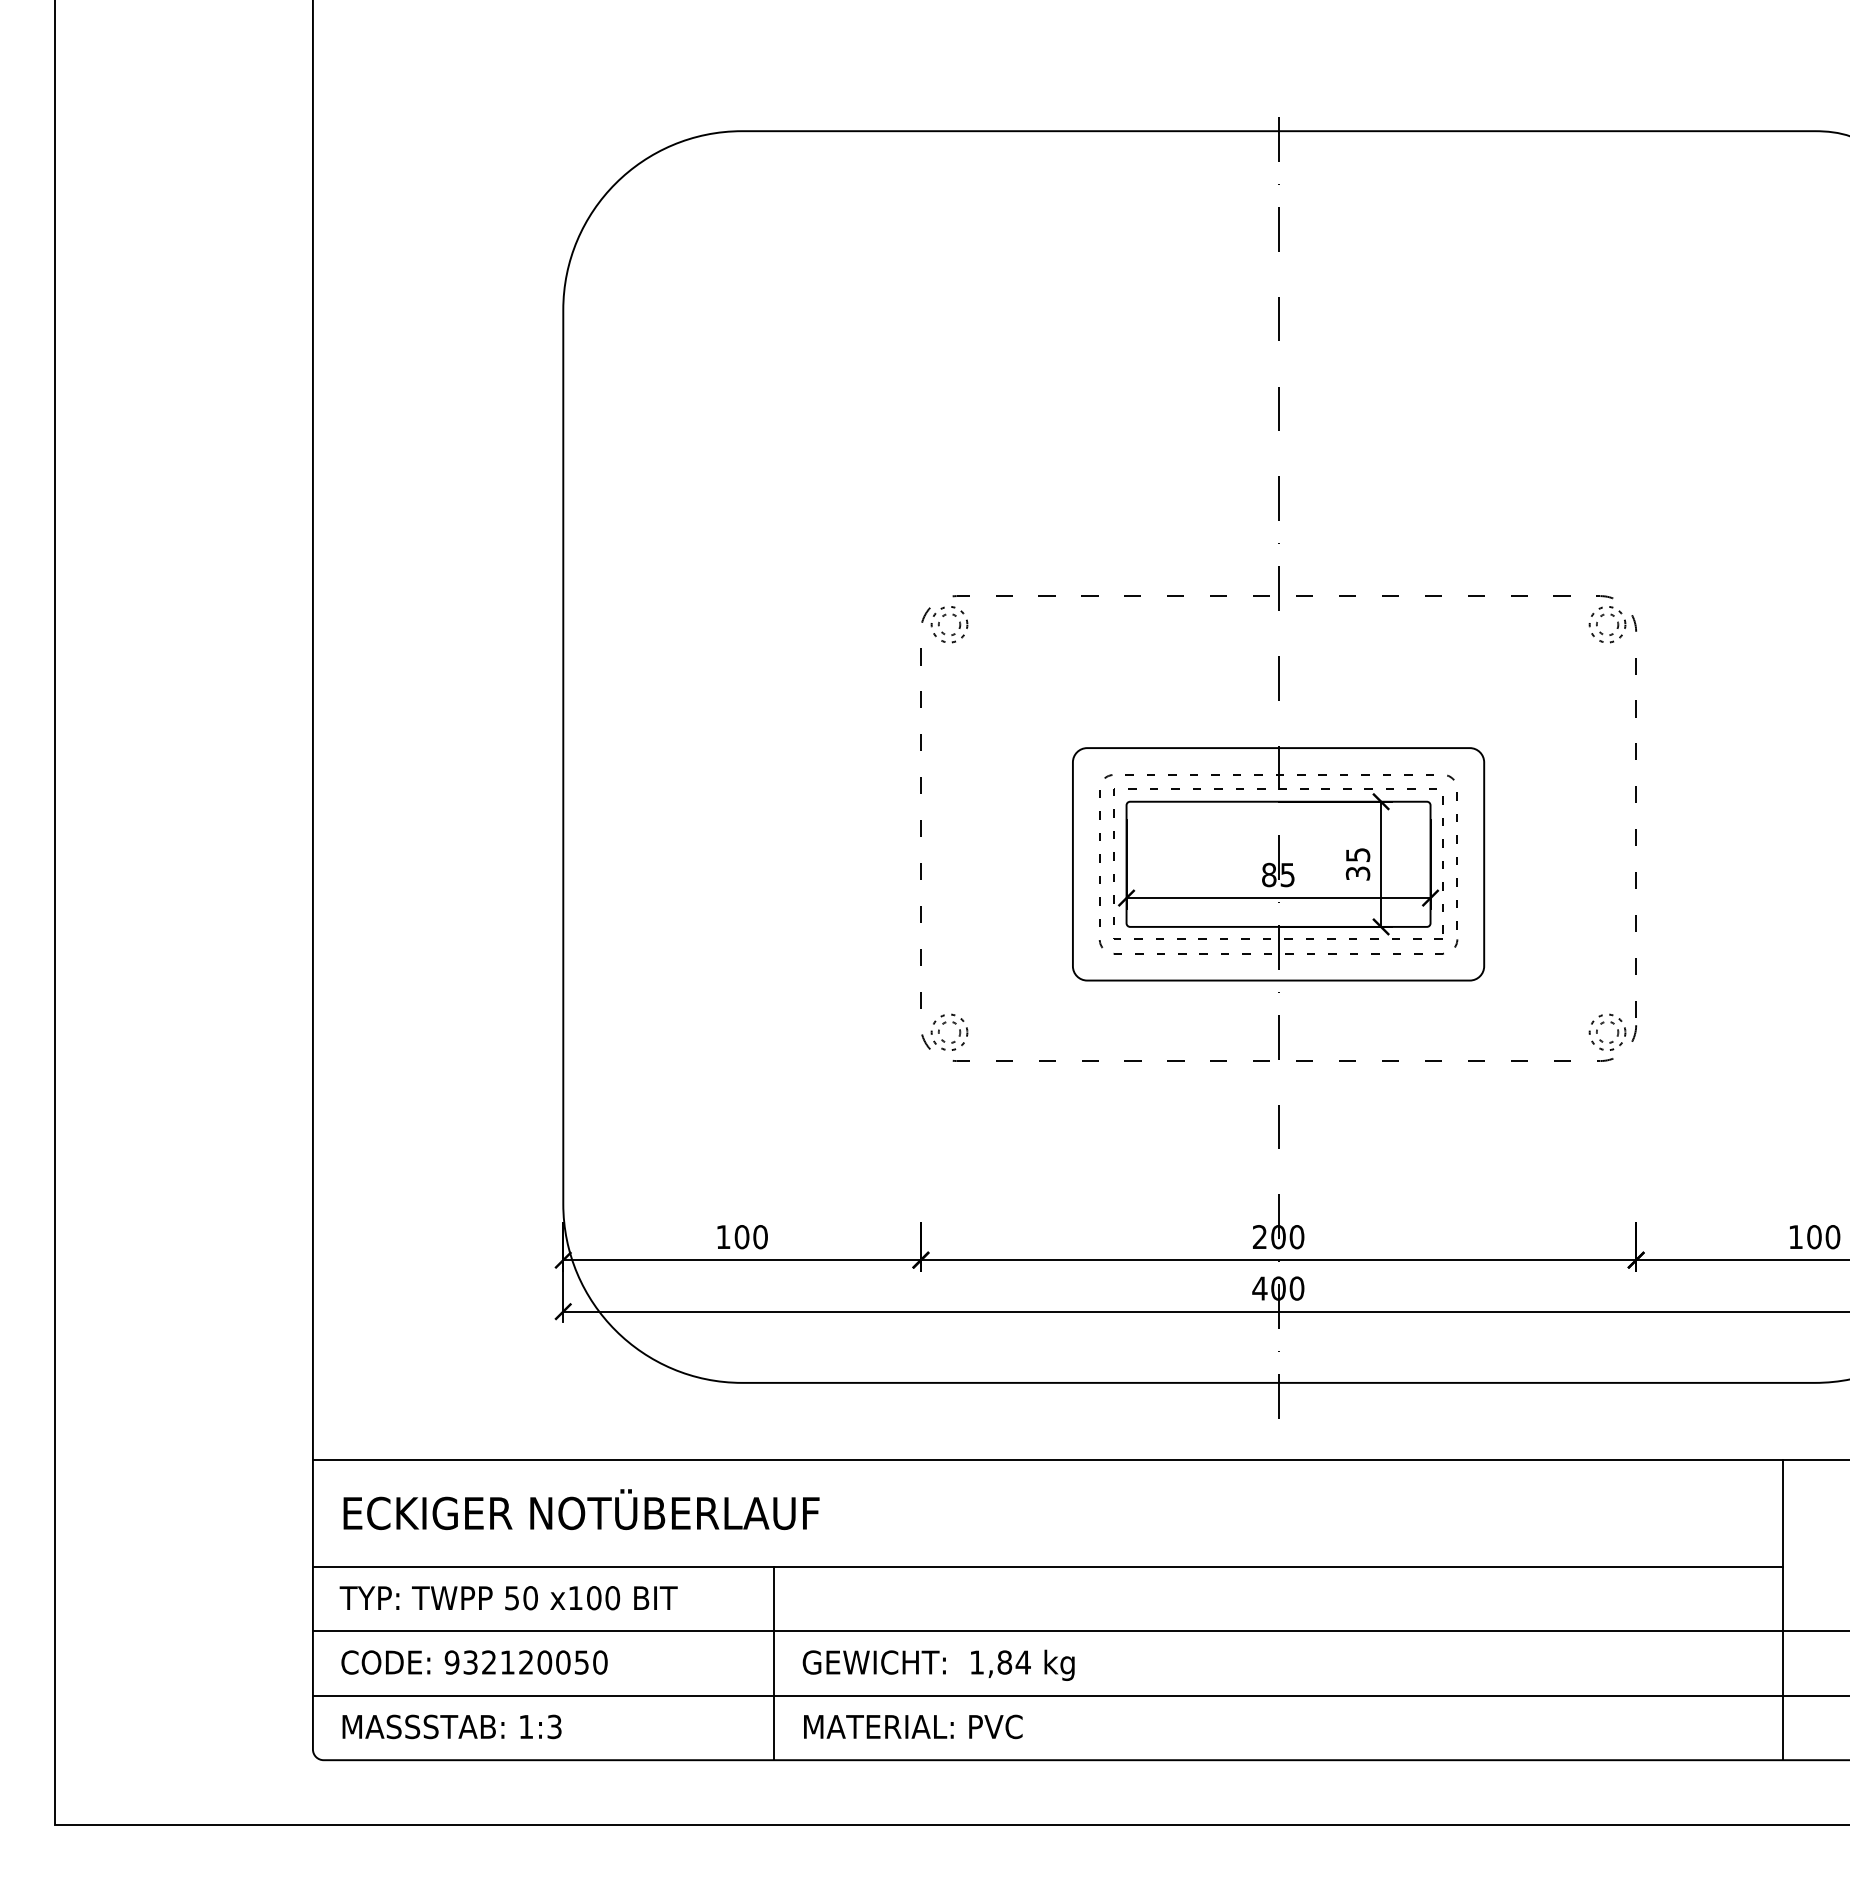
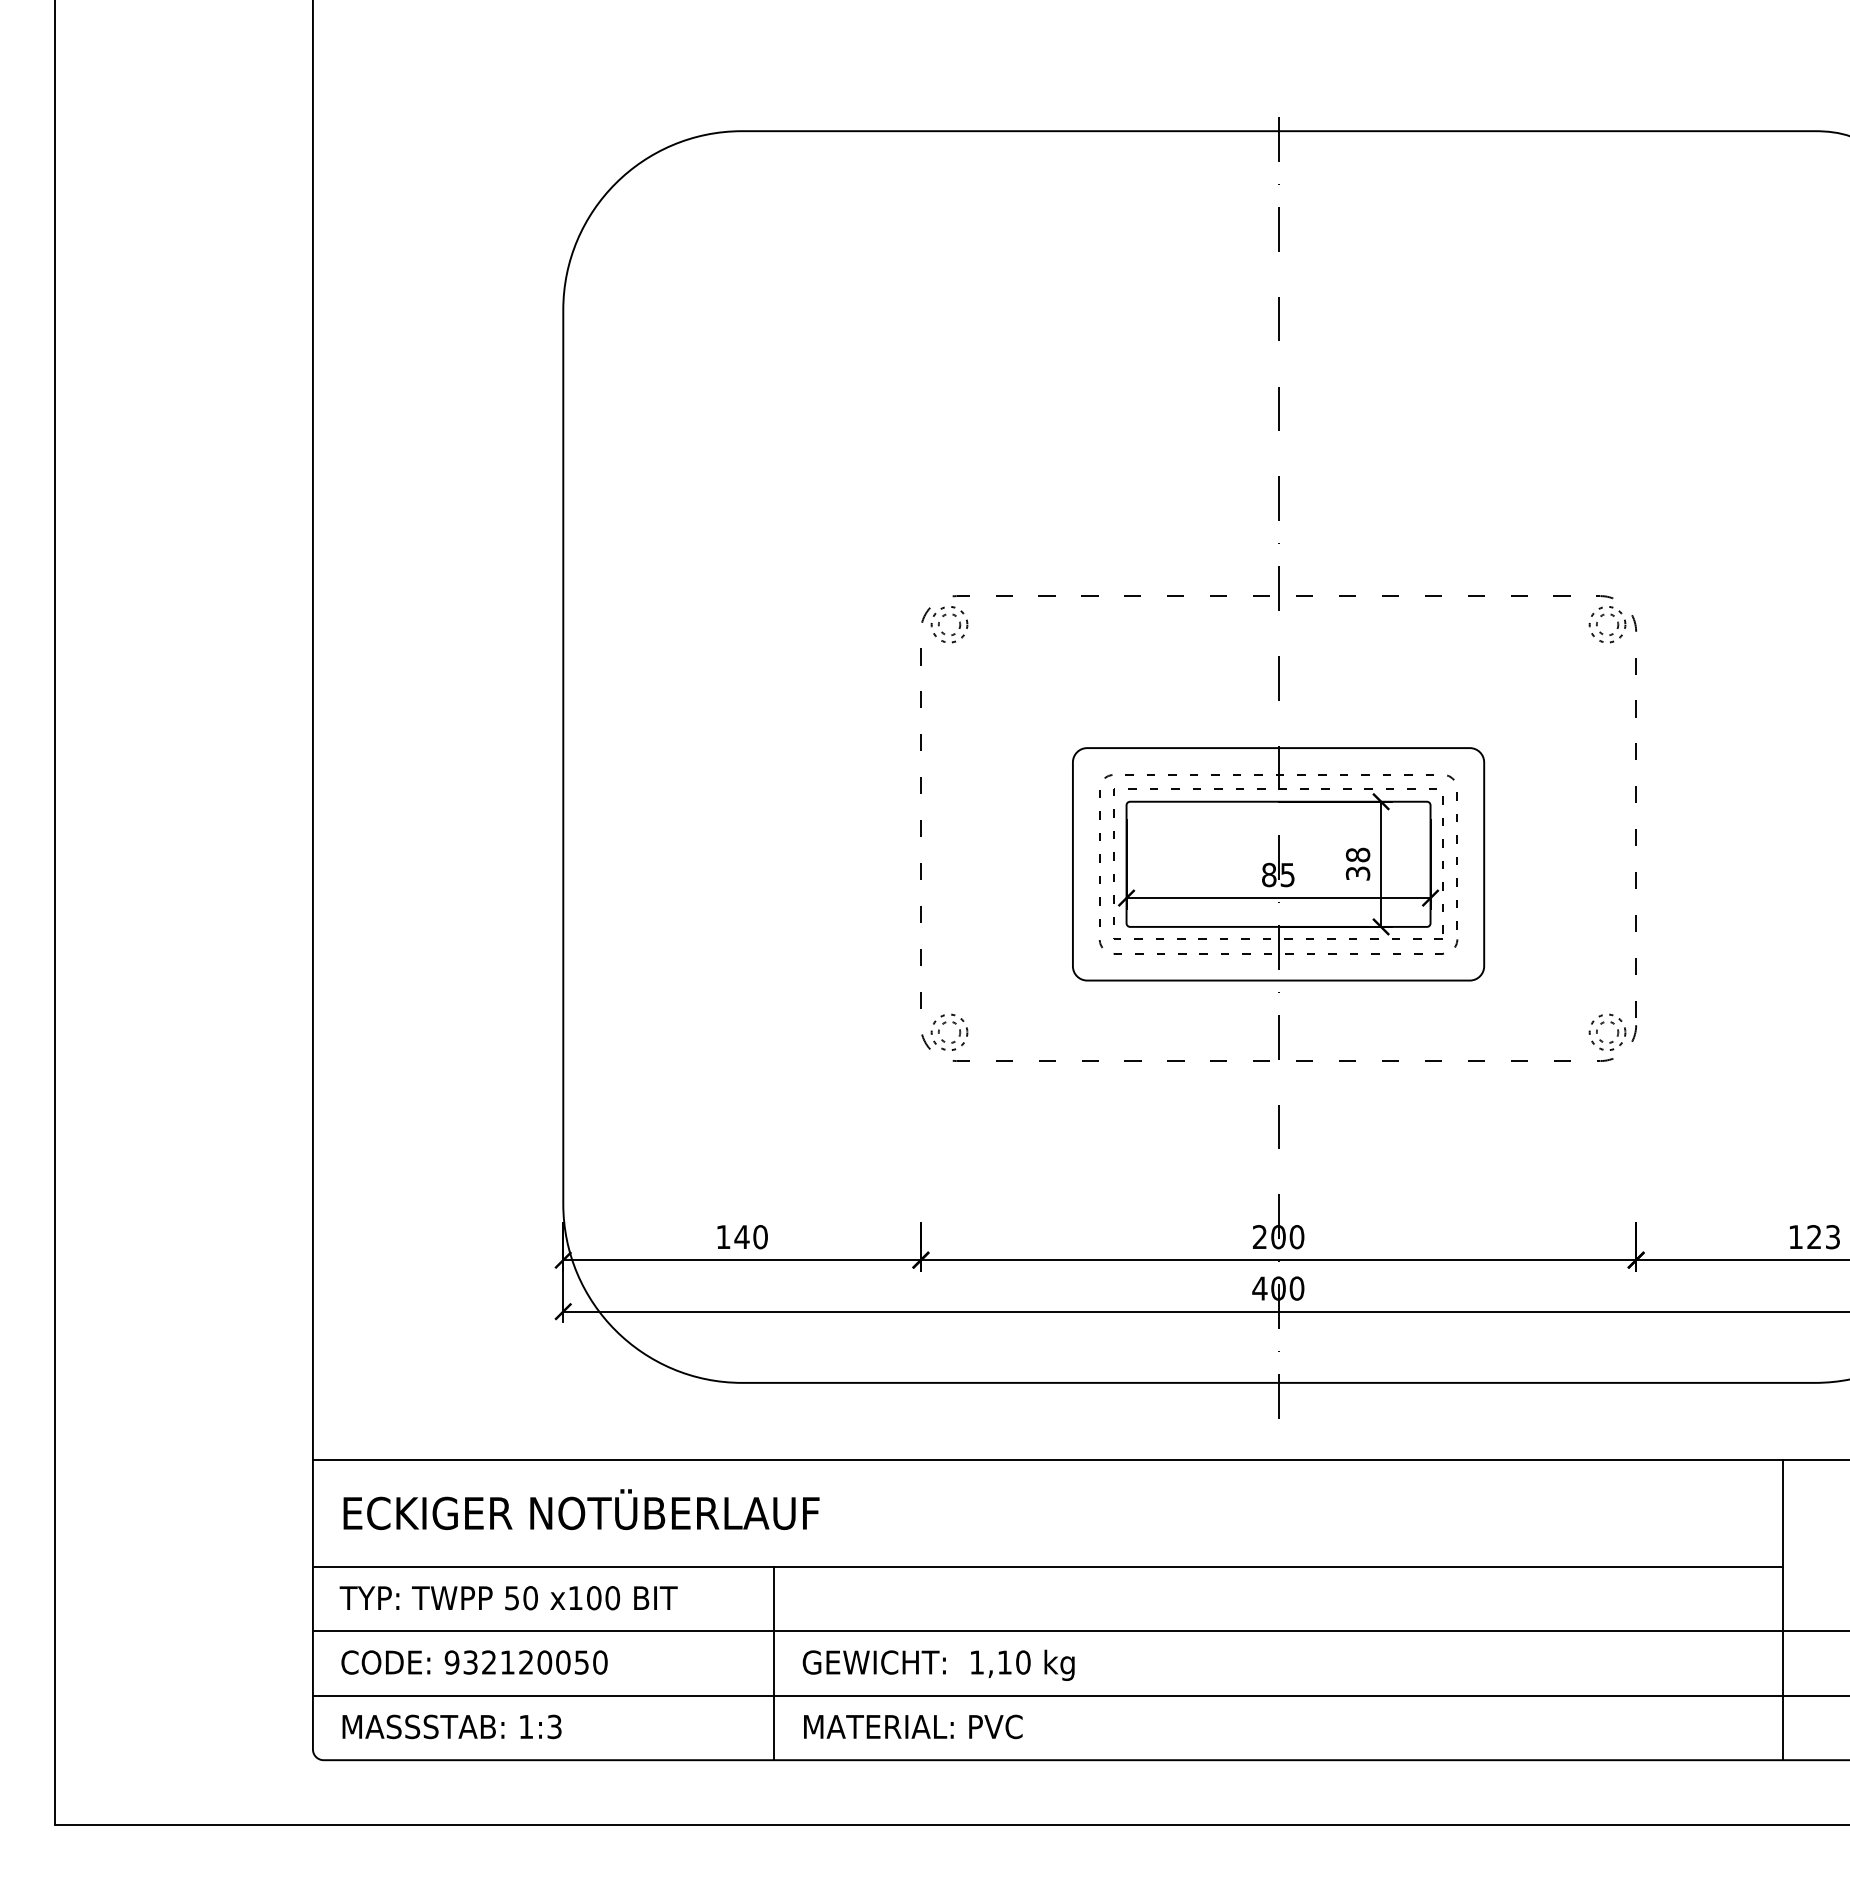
text at (1357, 854): 35 -> 38
text at (741, 1237): 100 -> 140
text at (1823, 1237): 100 -> 123
text at (1013, 1662): 1,84 -> 1,10
